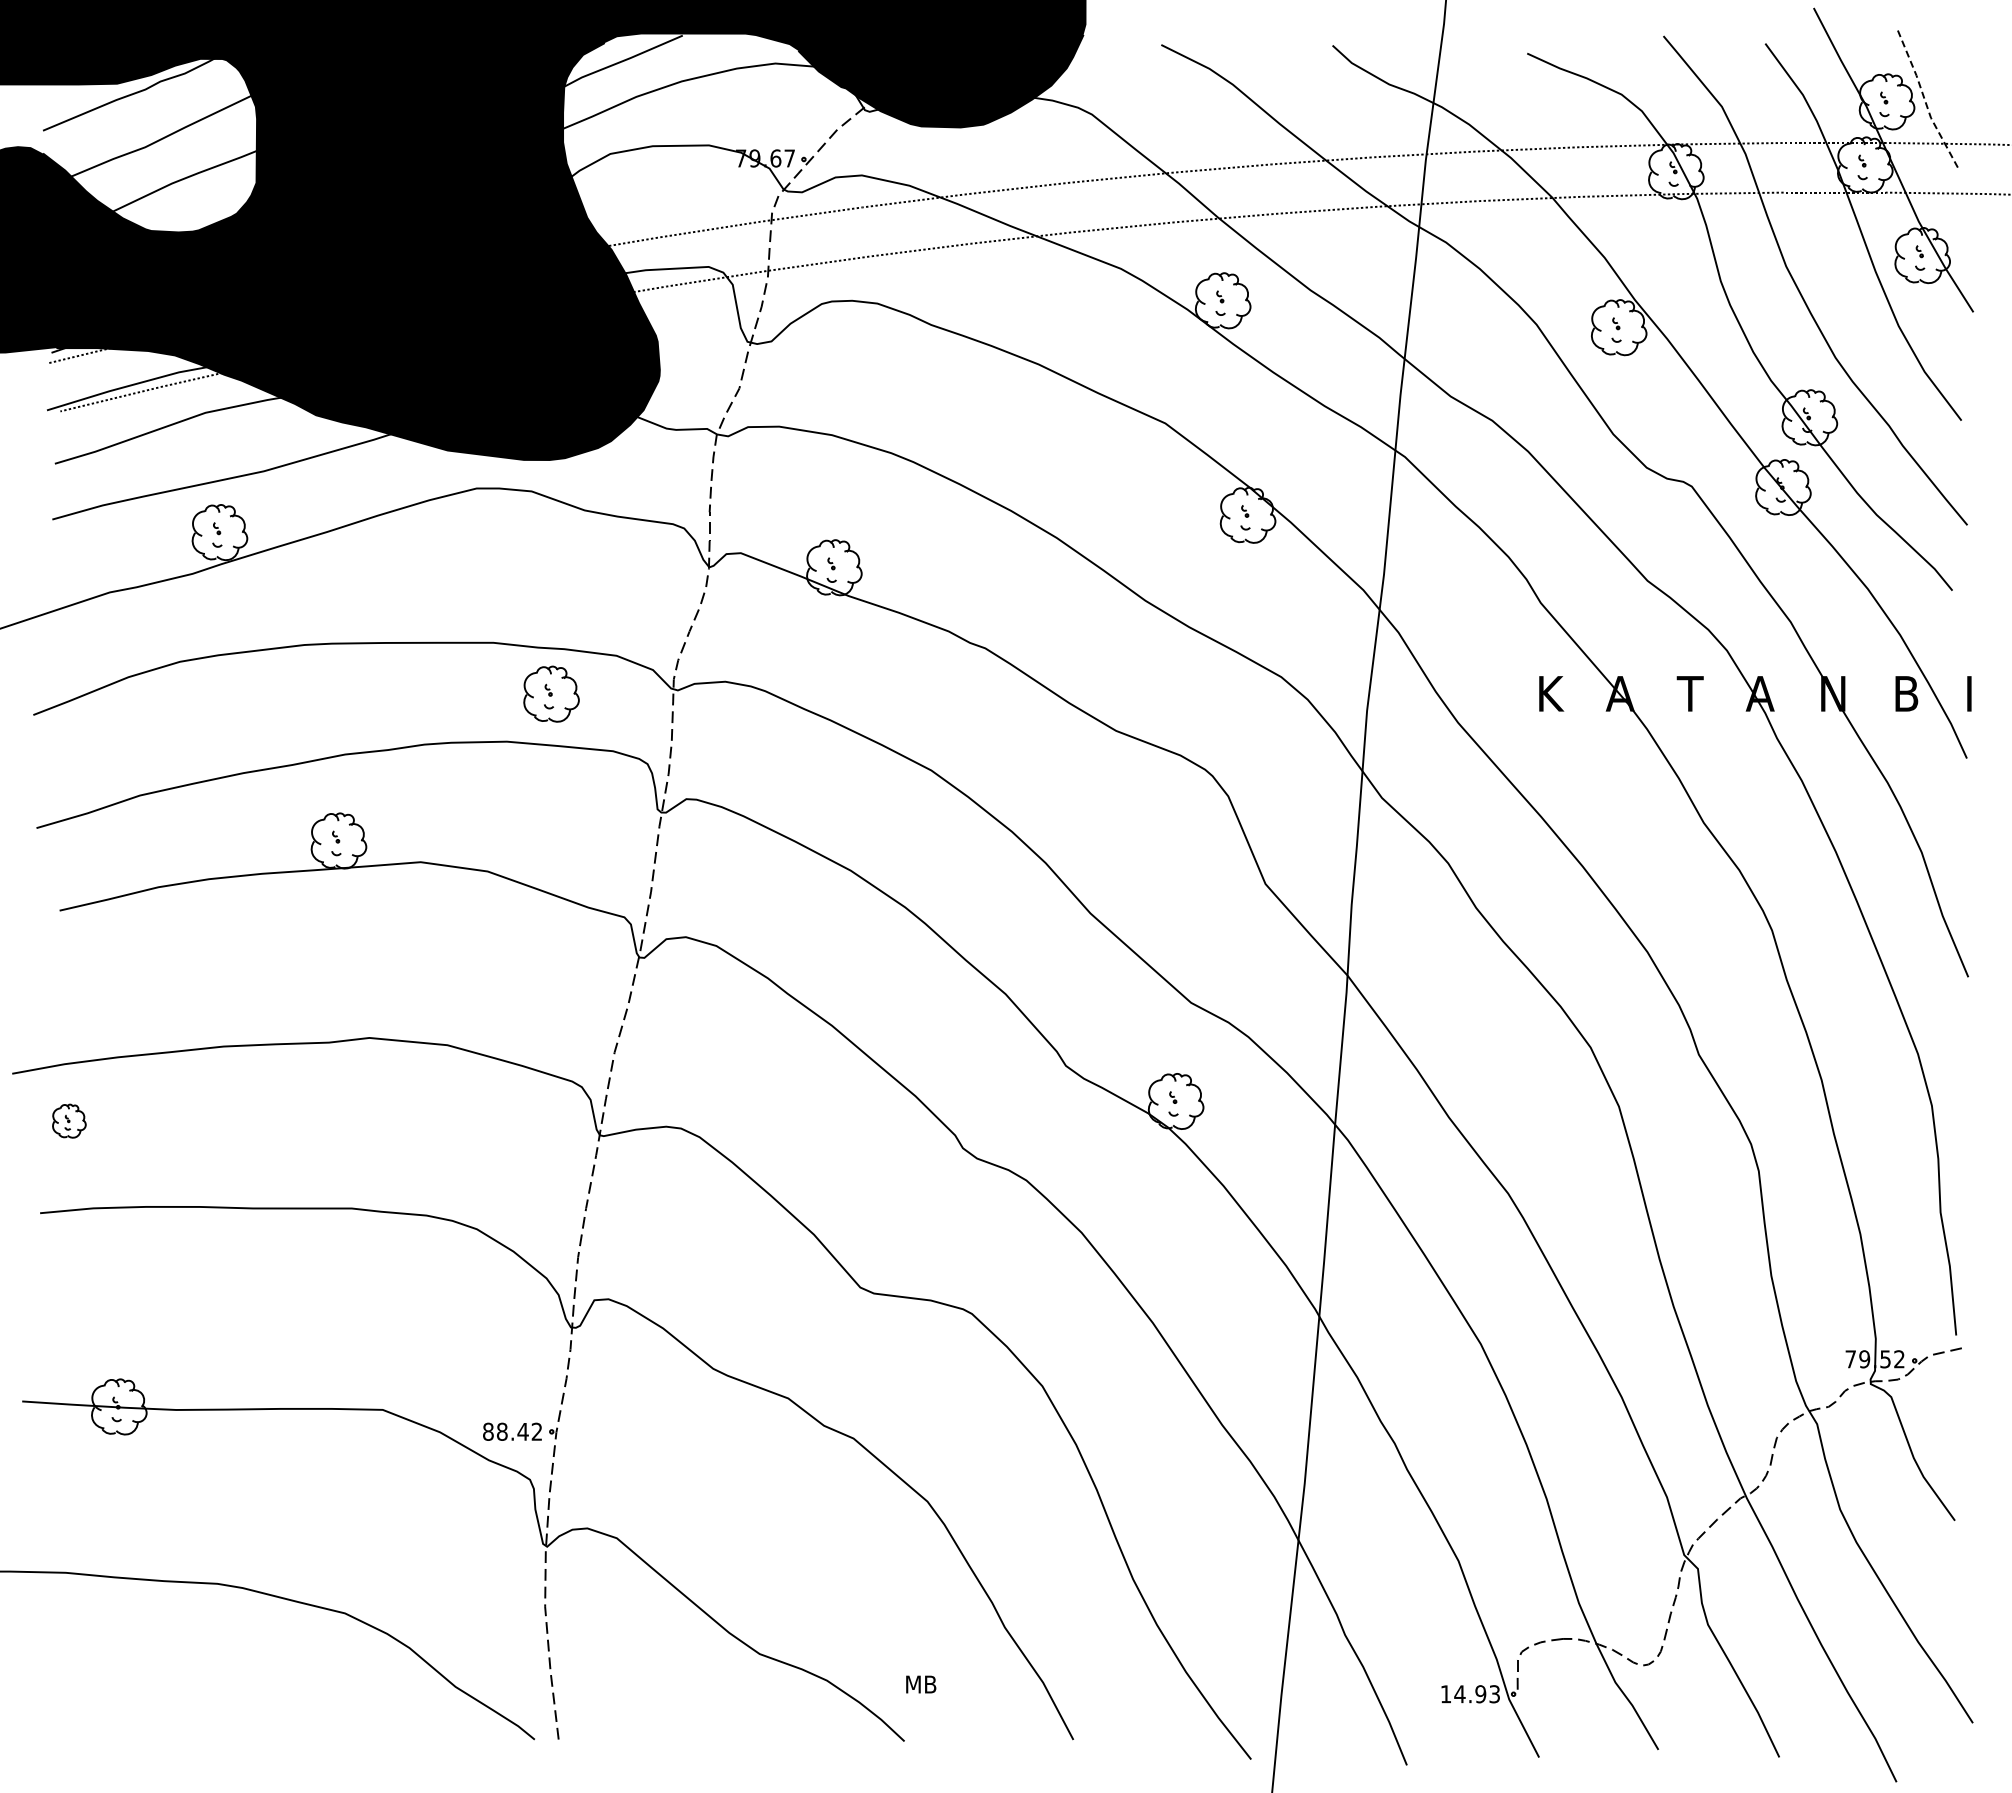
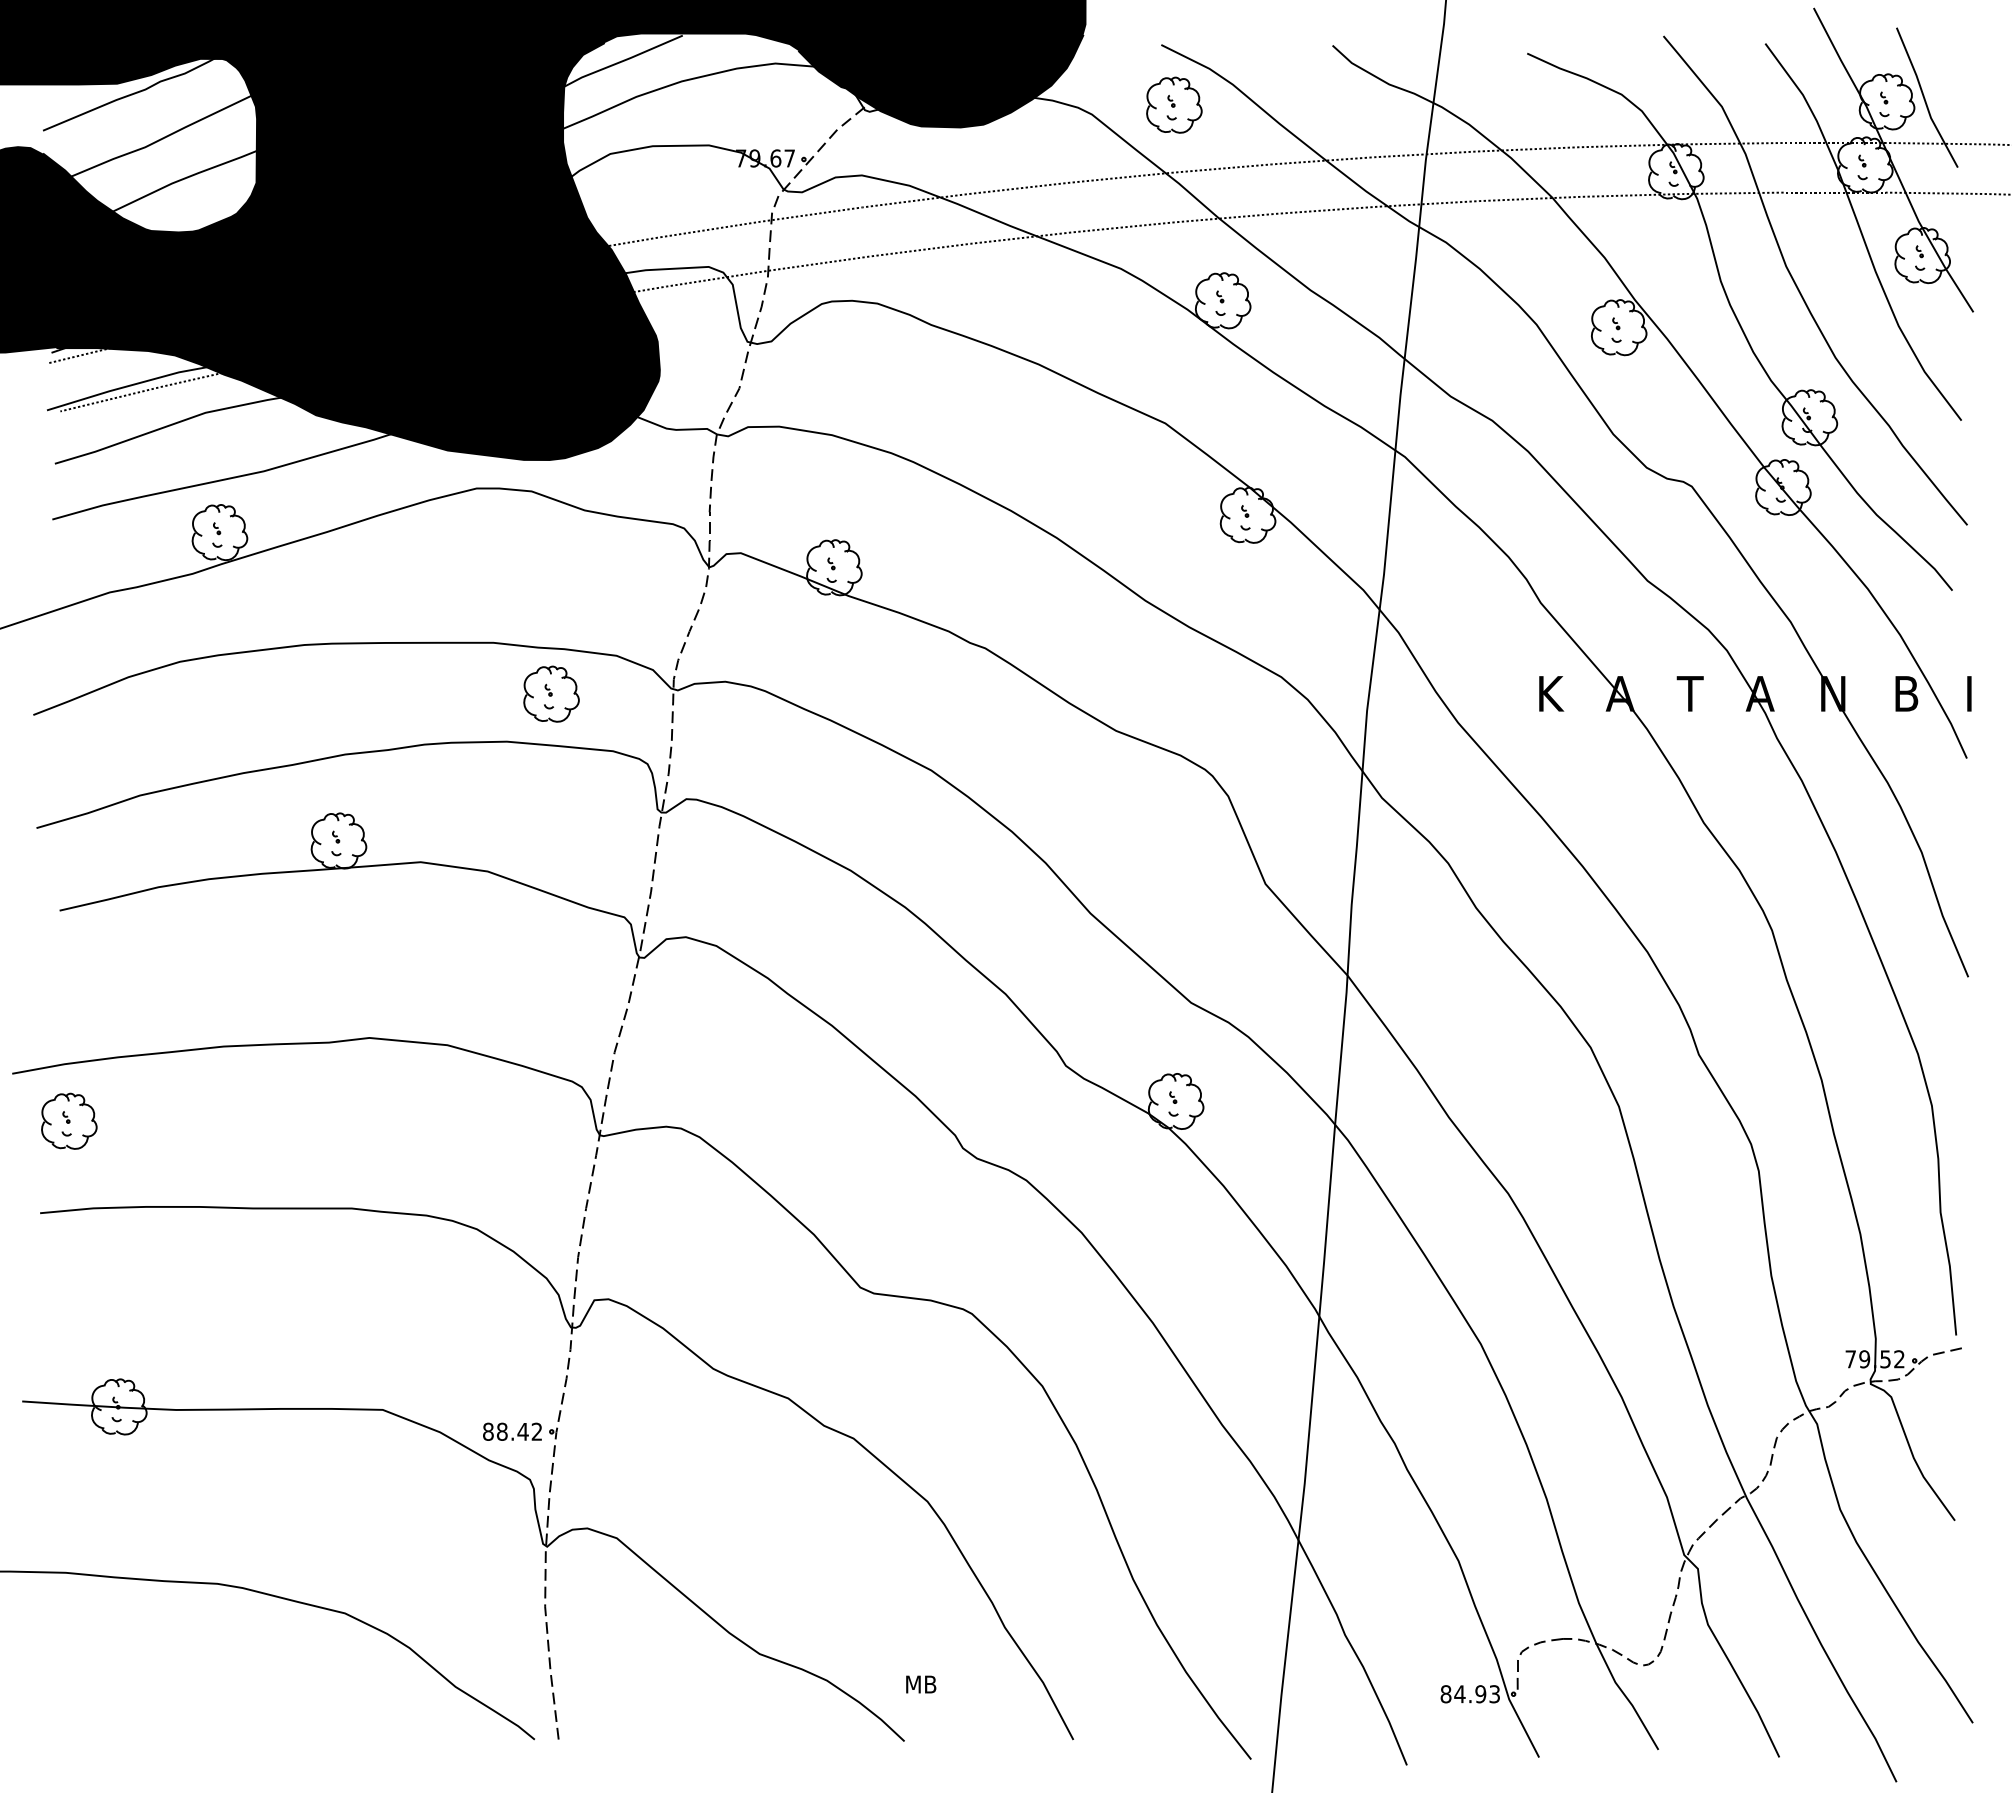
line at (1924, 99): dashed -> solid
part at (1174, 104): none -> present
part at (69, 1120) size: 35x36 px -> 57x58 px
text at (1445, 1694): 14.93 -> 84.93
